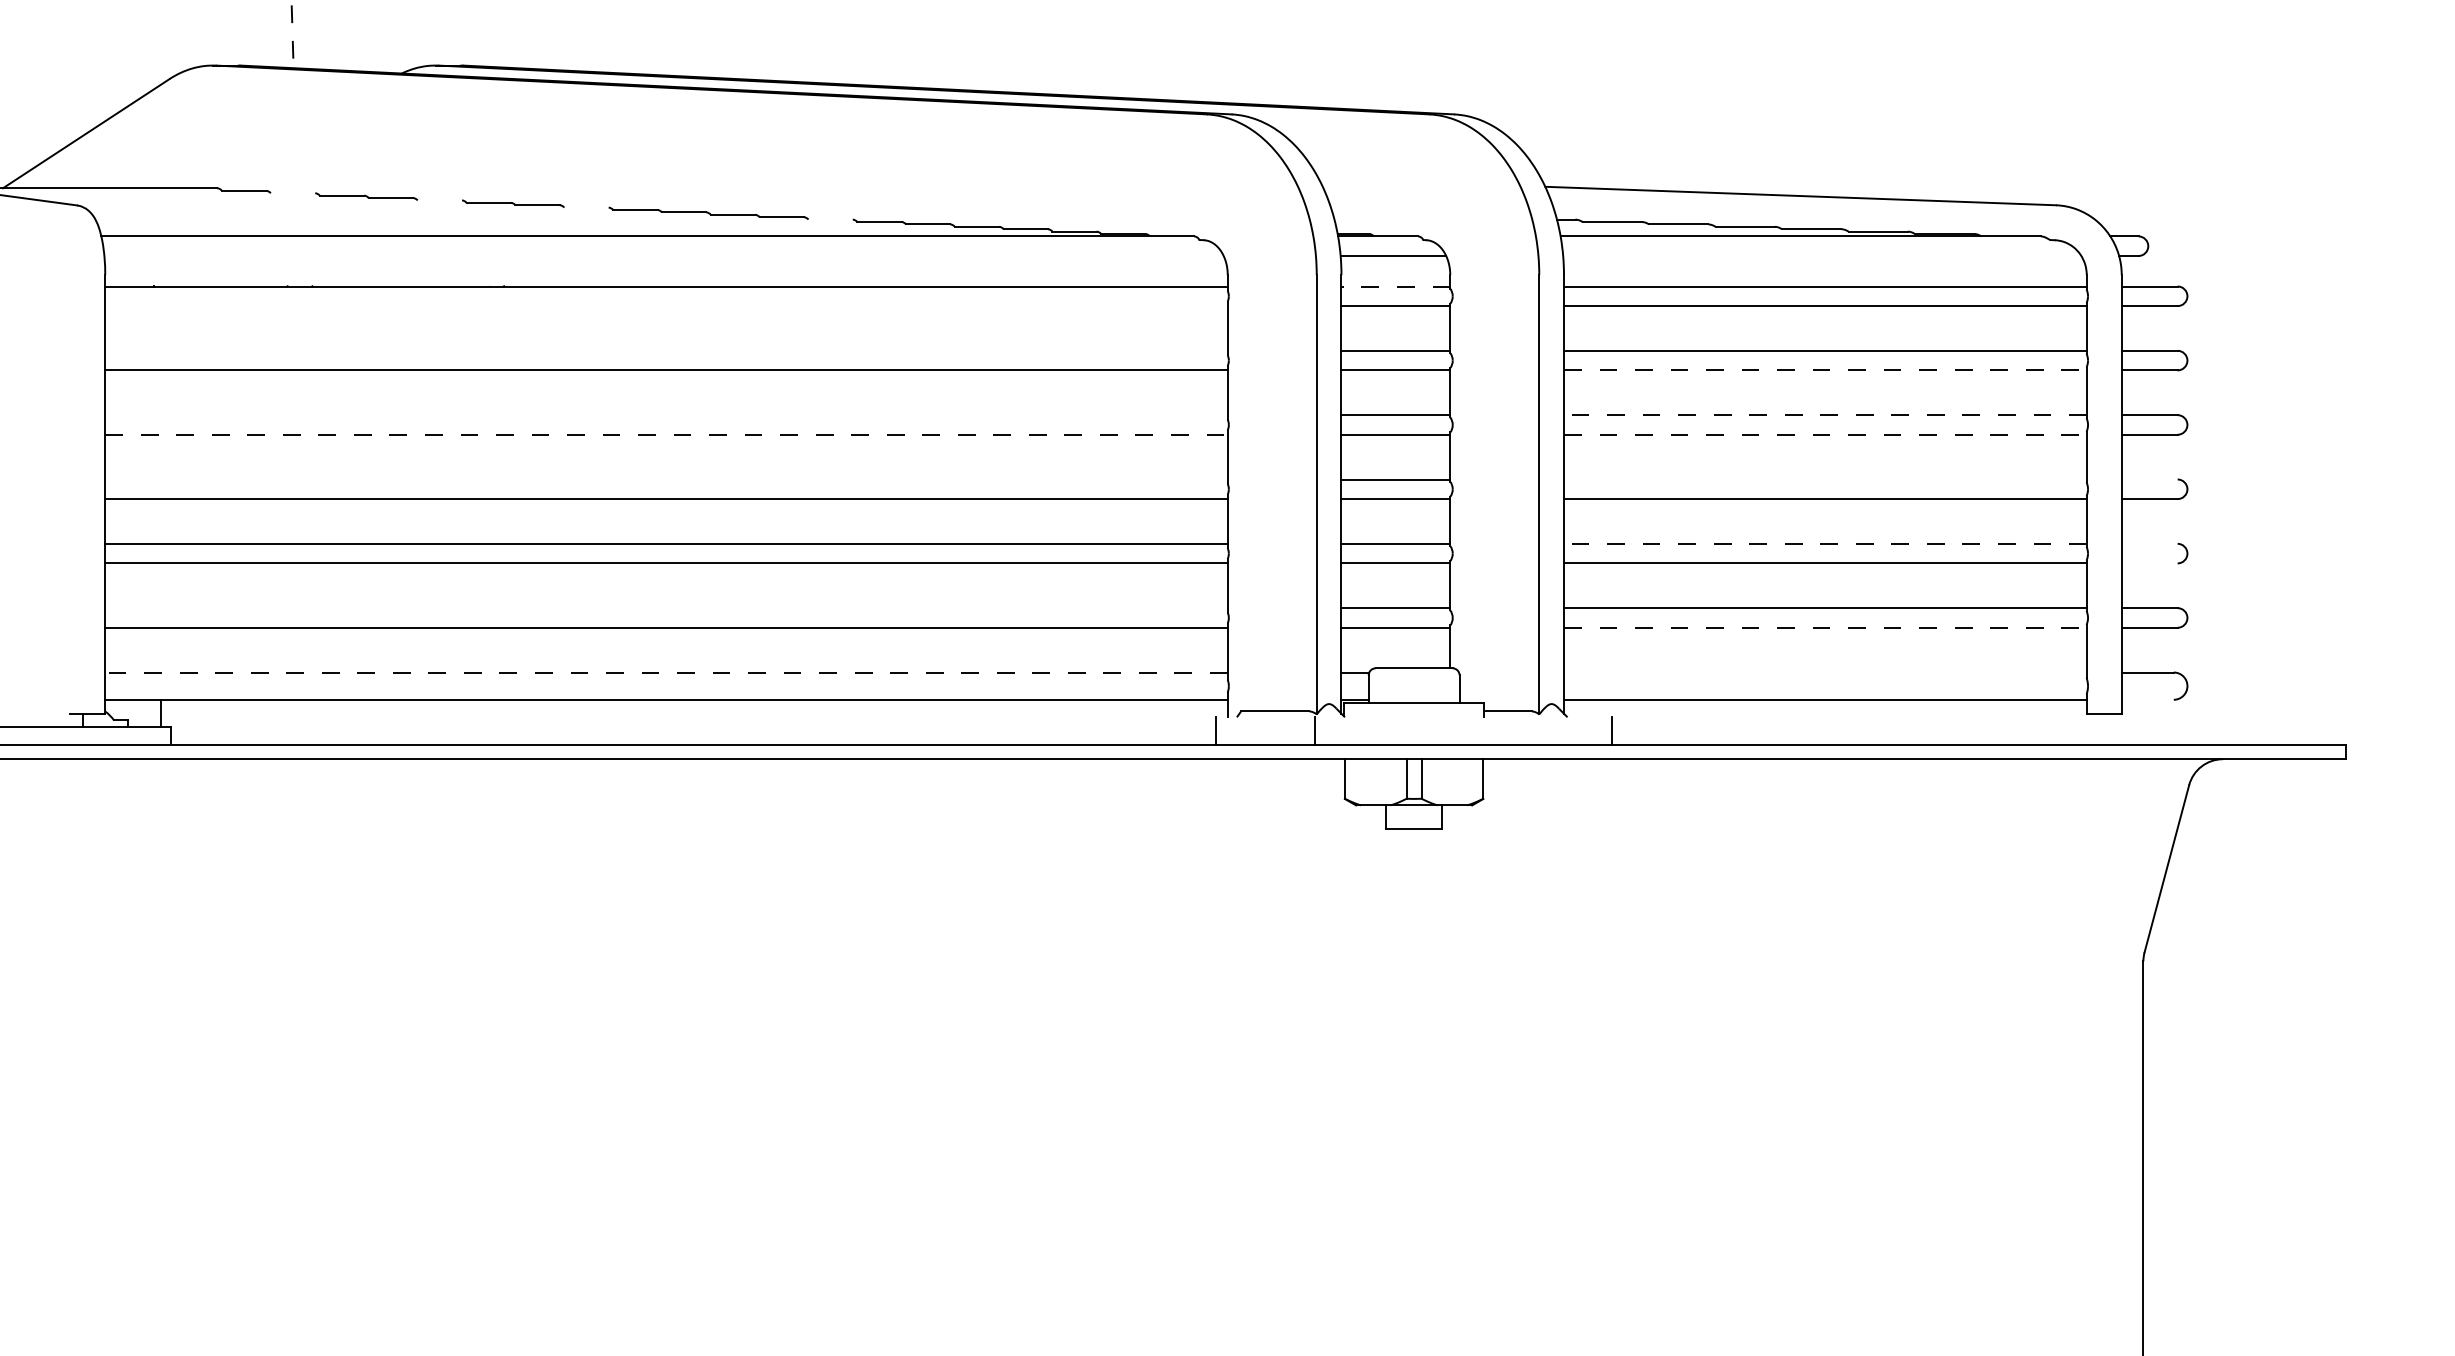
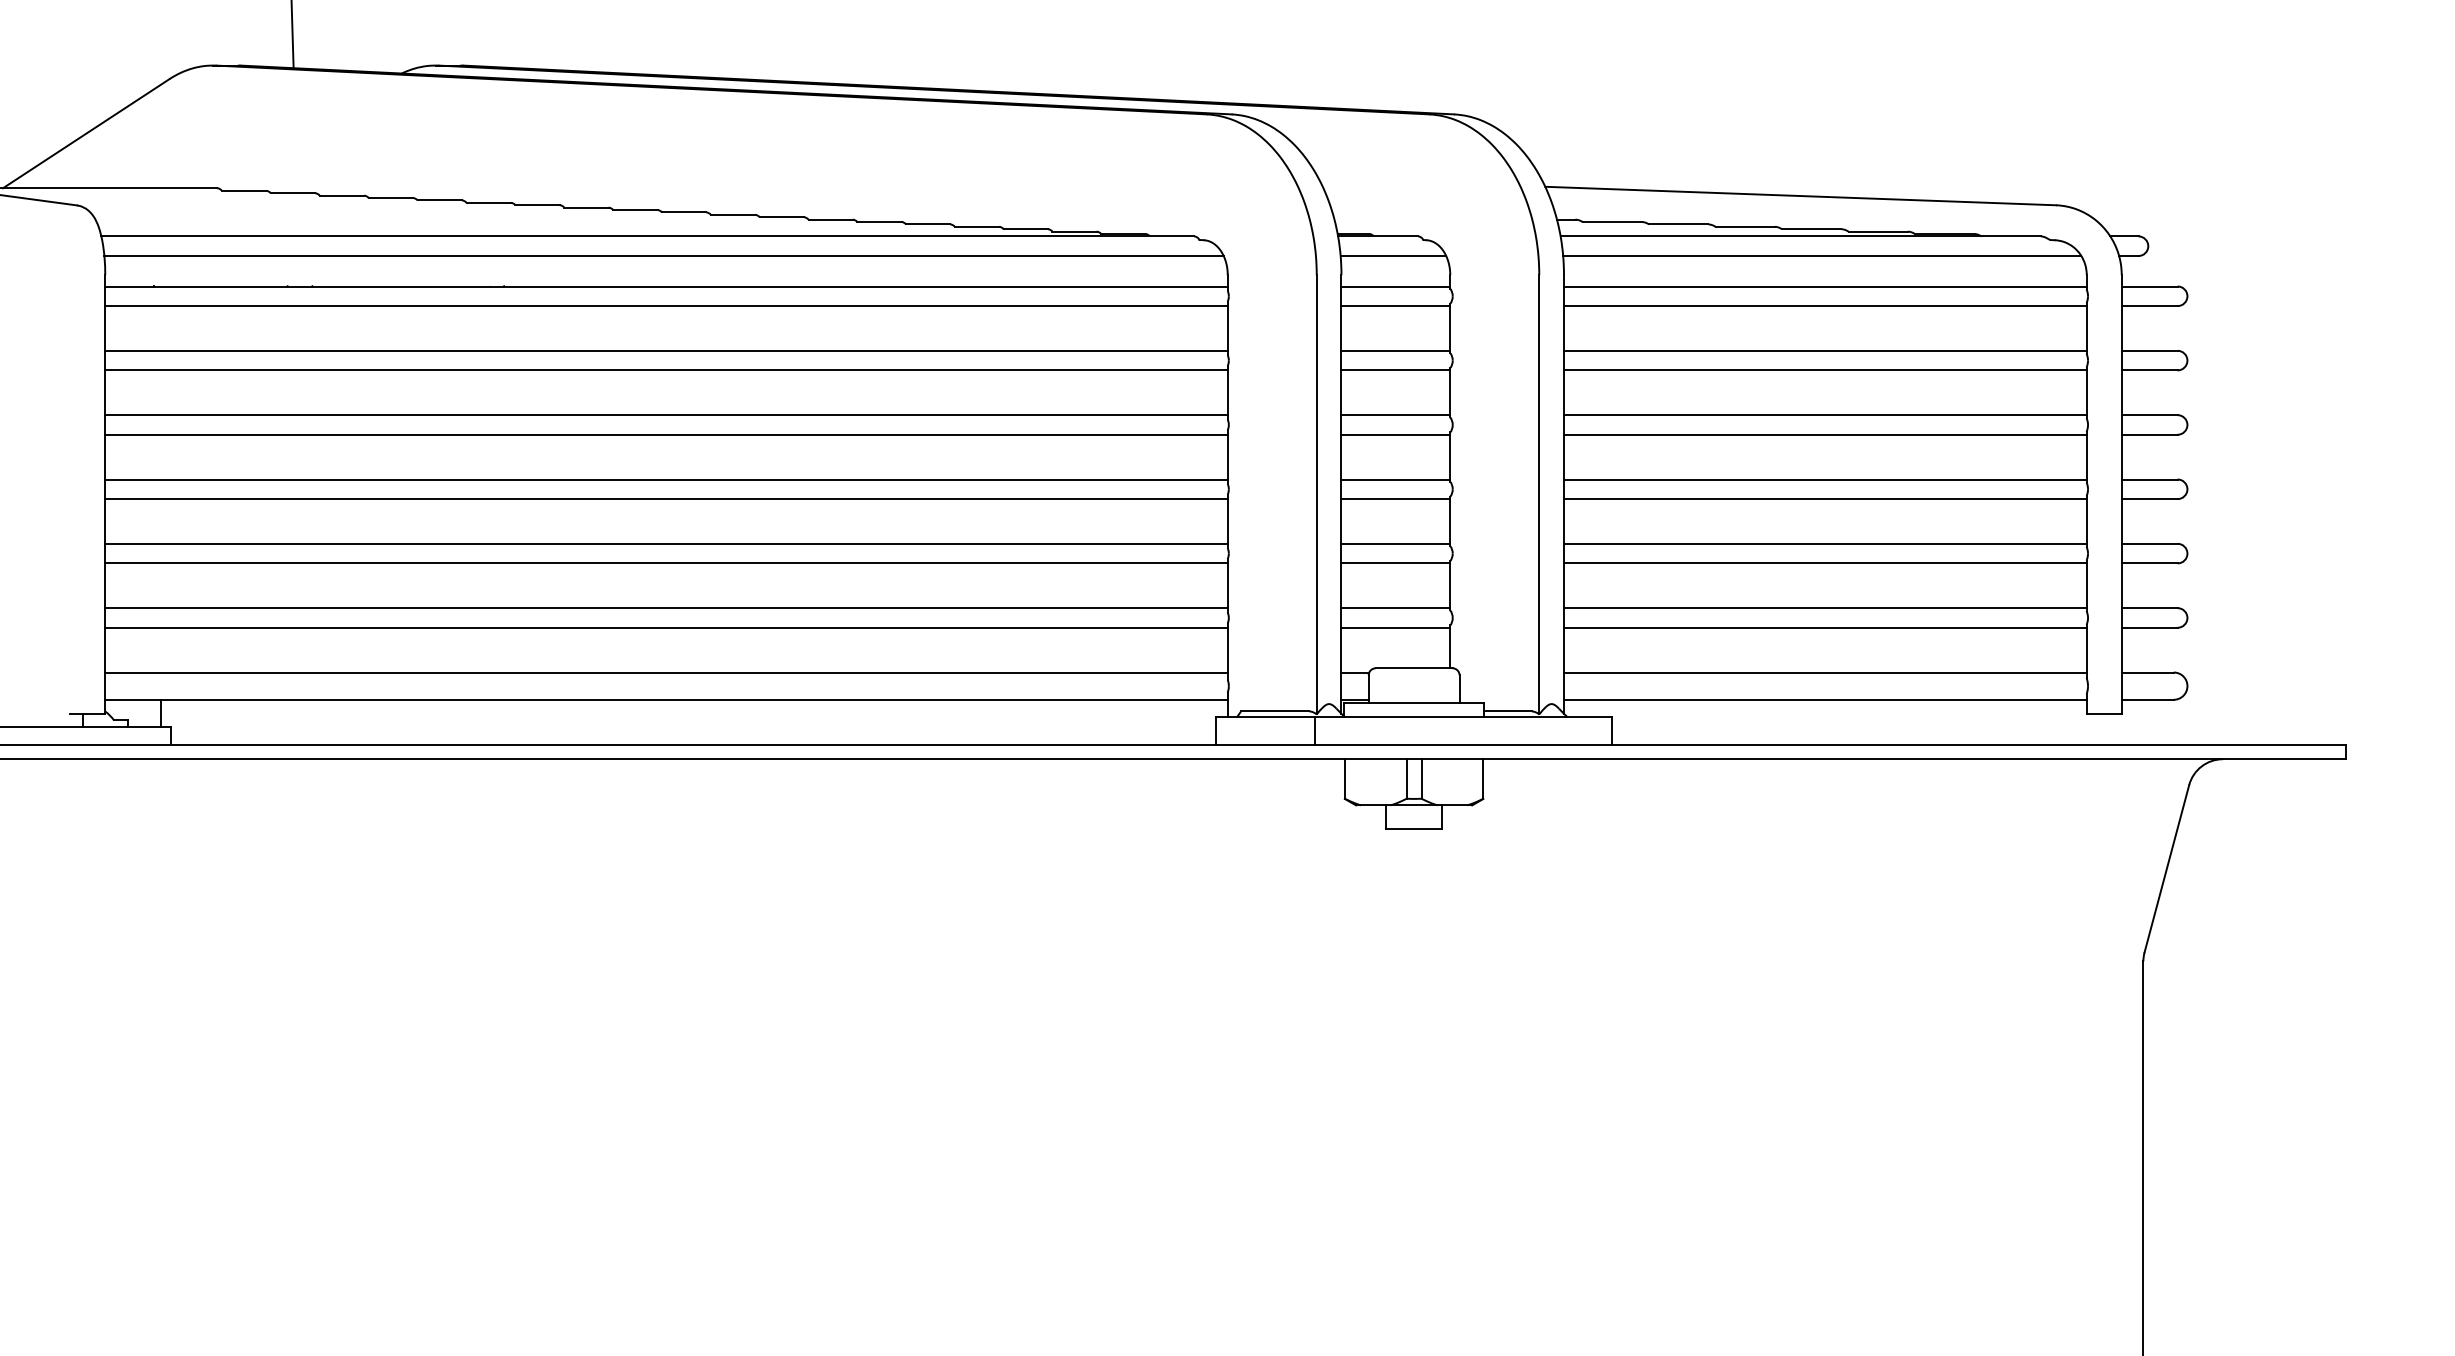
line at (292, 34): dashed -> solid
line at (292, 193): none -> present
line at (439, 200): none -> present
line at (586, 207): none -> present
line at (830, 219): none -> present
line at (663, 256): none -> present
line at (1822, 256): none -> present
line at (1395, 286): dashed -> solid
line at (666, 306): none -> present
line at (666, 350): none -> present
line at (1825, 370): dashed -> solid
line at (666, 415): none -> present
line at (1824, 415): dashed -> solid
line at (667, 434): dashed -> solid
line at (1825, 434): dashed -> solid
line at (666, 479): none -> present
line at (1825, 479): none -> present
line at (2149, 479): none -> present
line at (1824, 543): dashed -> solid
line at (2149, 543): none -> present
line at (2149, 563): none -> present
line at (666, 608): none -> present
line at (1825, 627): dashed -> solid
line at (666, 672): dashed -> solid
line at (1825, 672): none -> present
line at (2147, 699): none -> present
line at (1413, 717): none -> present
